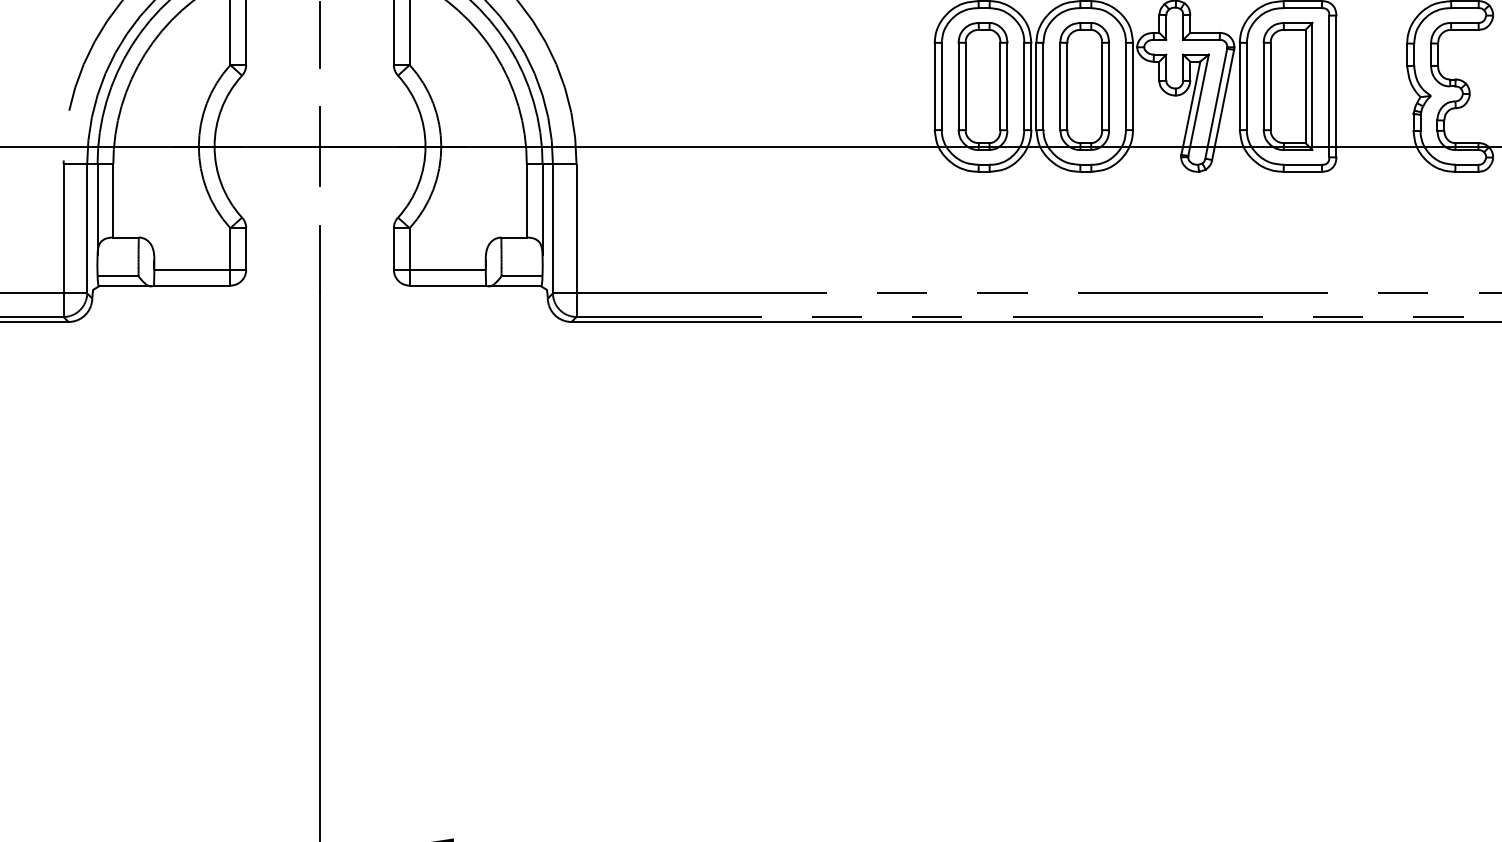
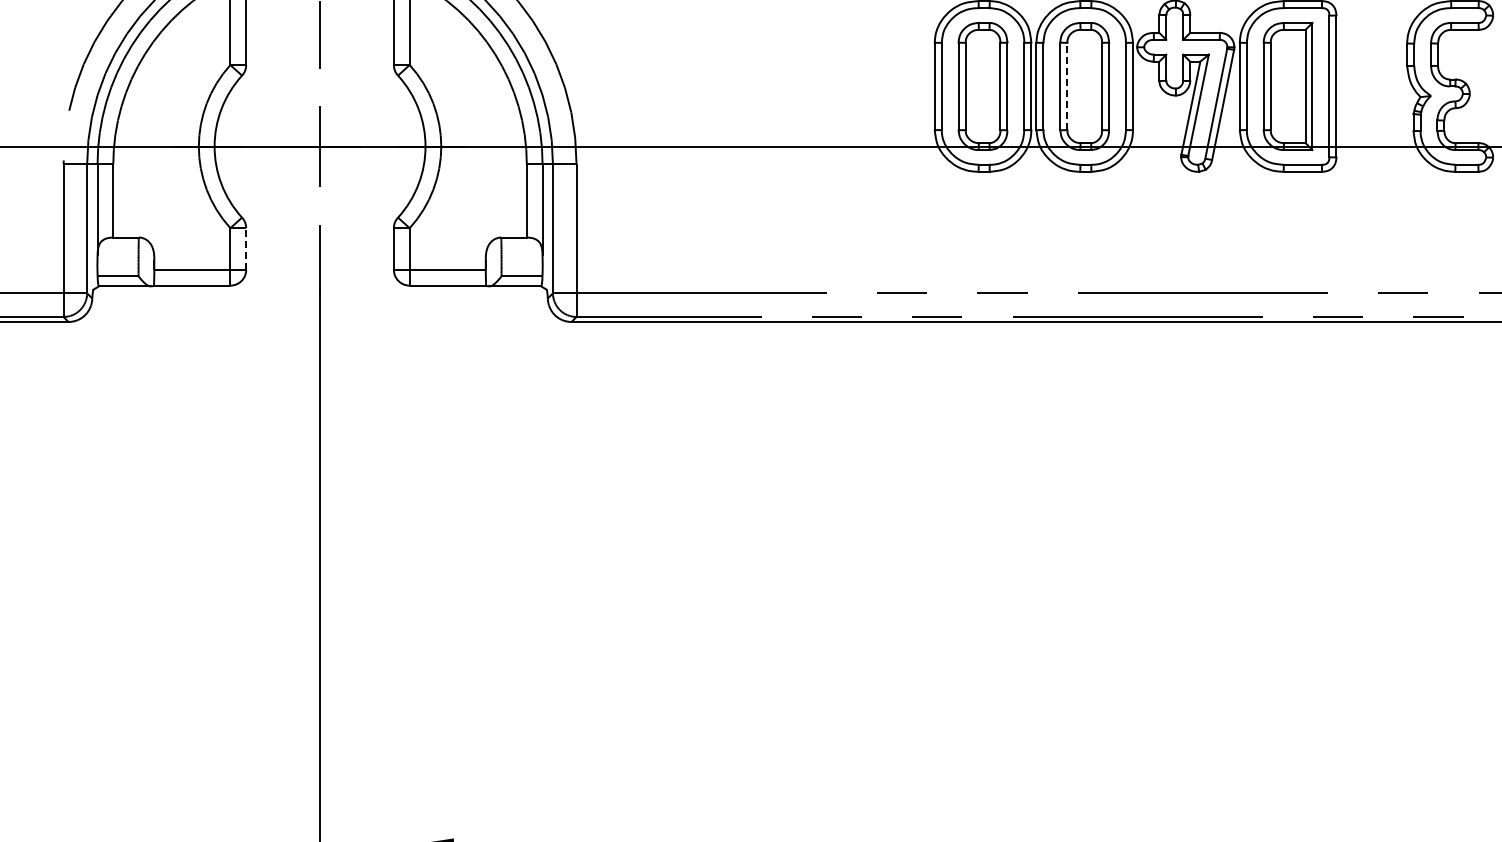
line at (1067, 86): solid -> dashed
line at (246, 249): solid -> dashed
